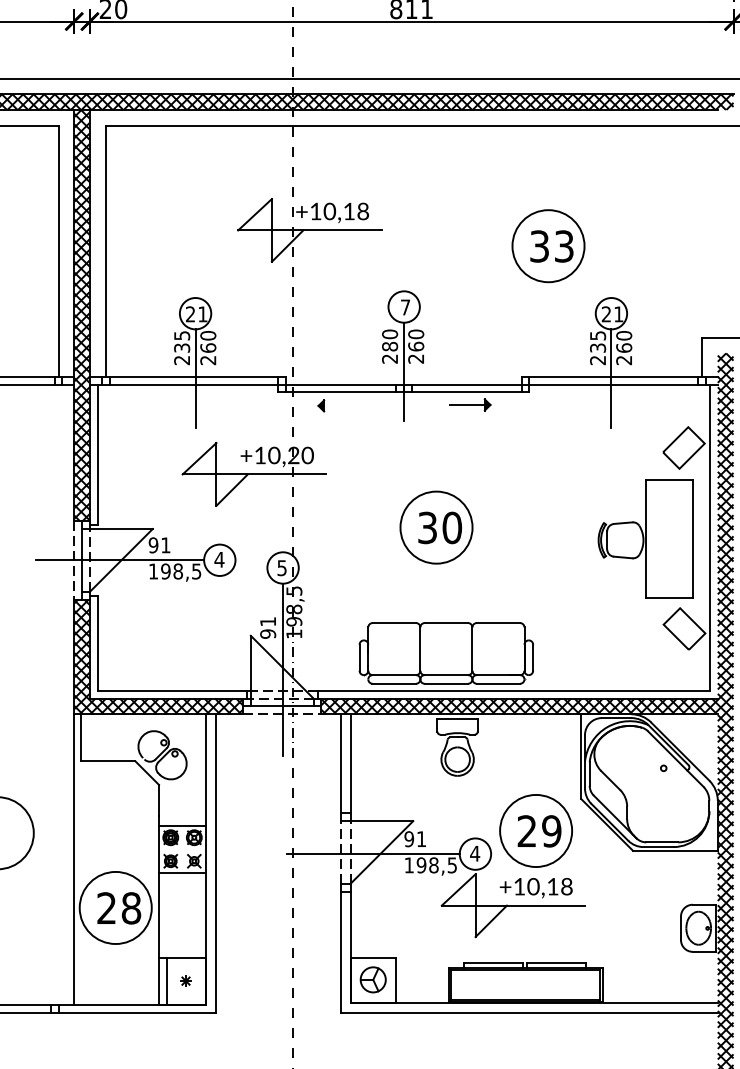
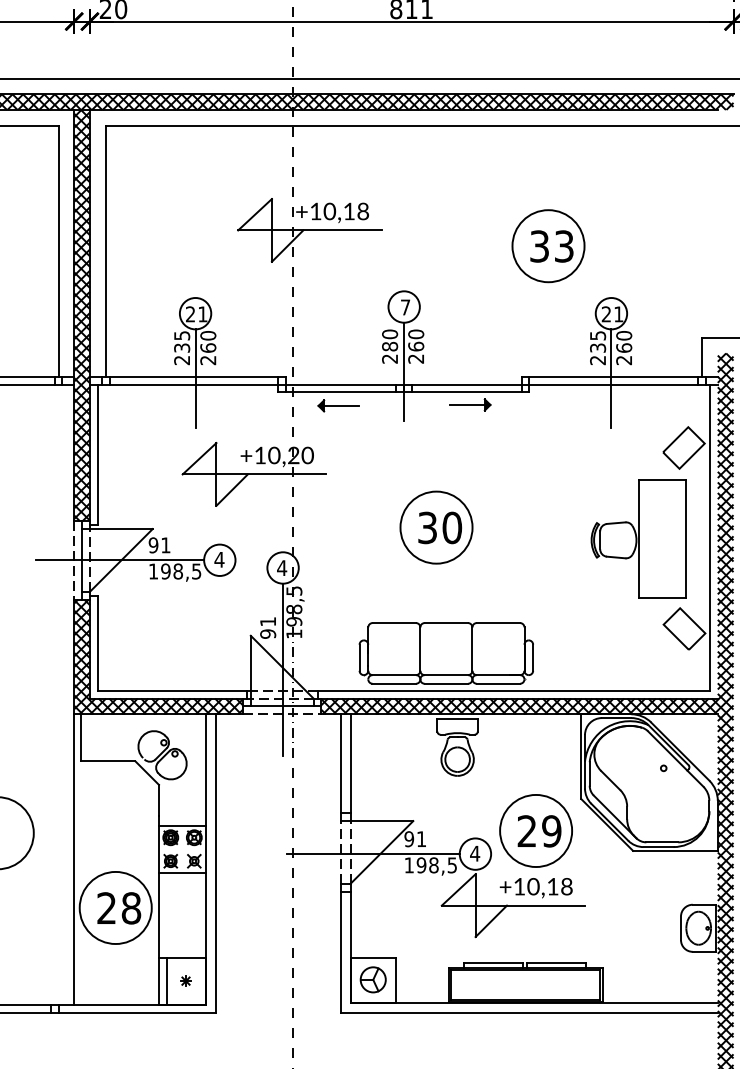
line at (341, 405): none -> present
part at (645, 538) position: (645, 538) -> (638, 538)
text at (282, 568): 5 -> 4
